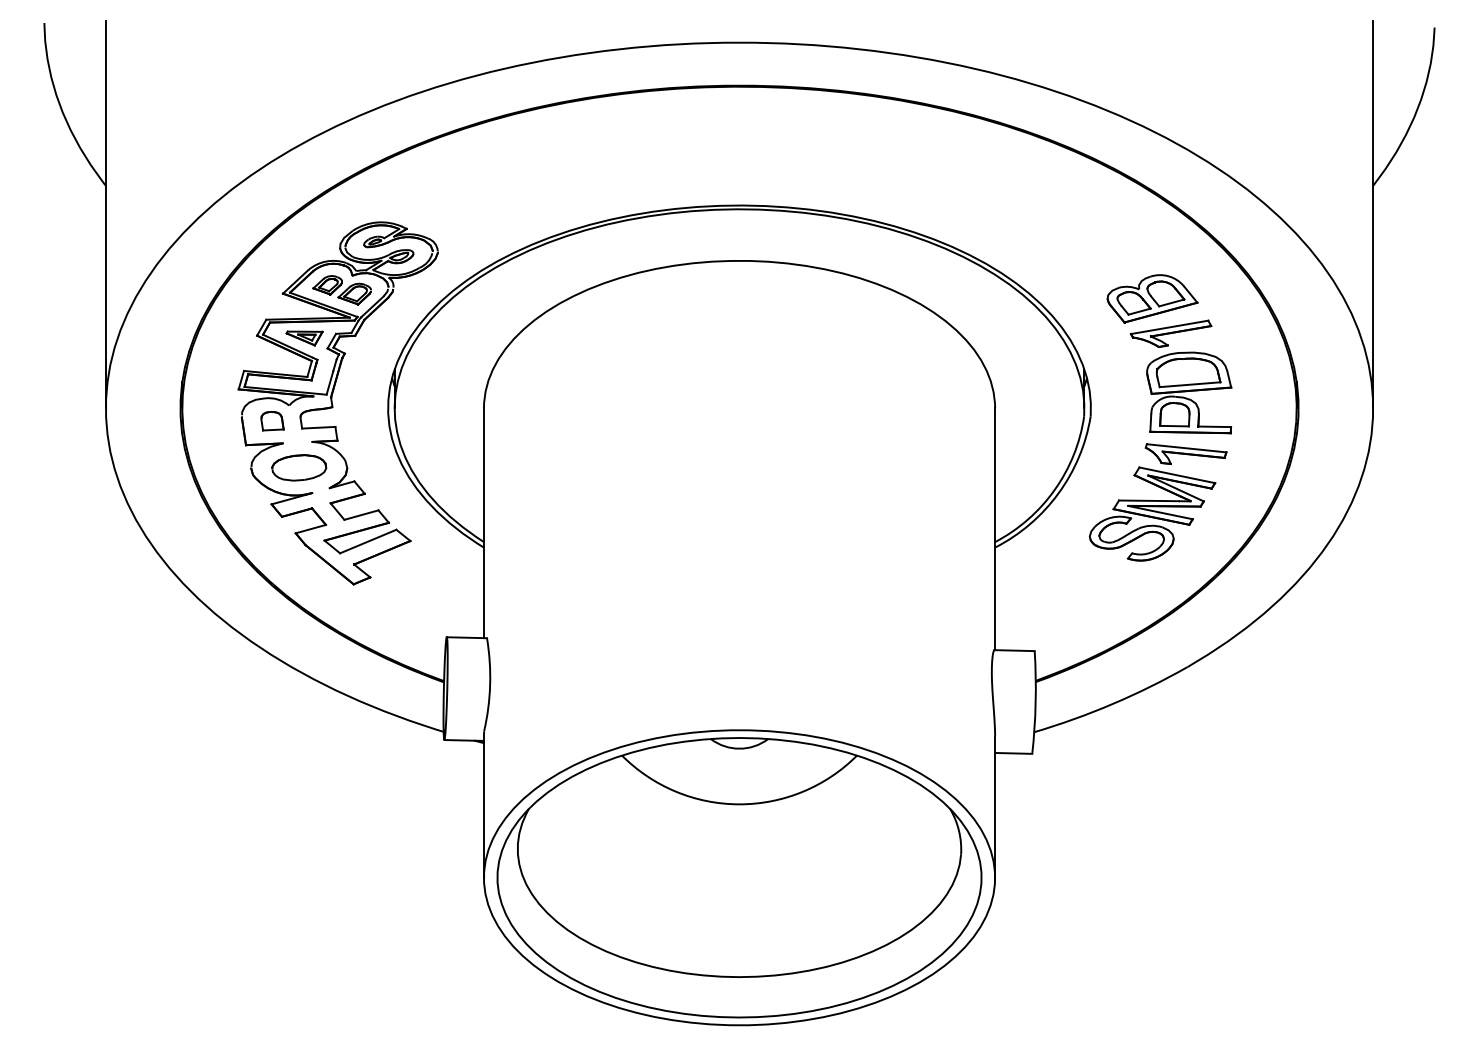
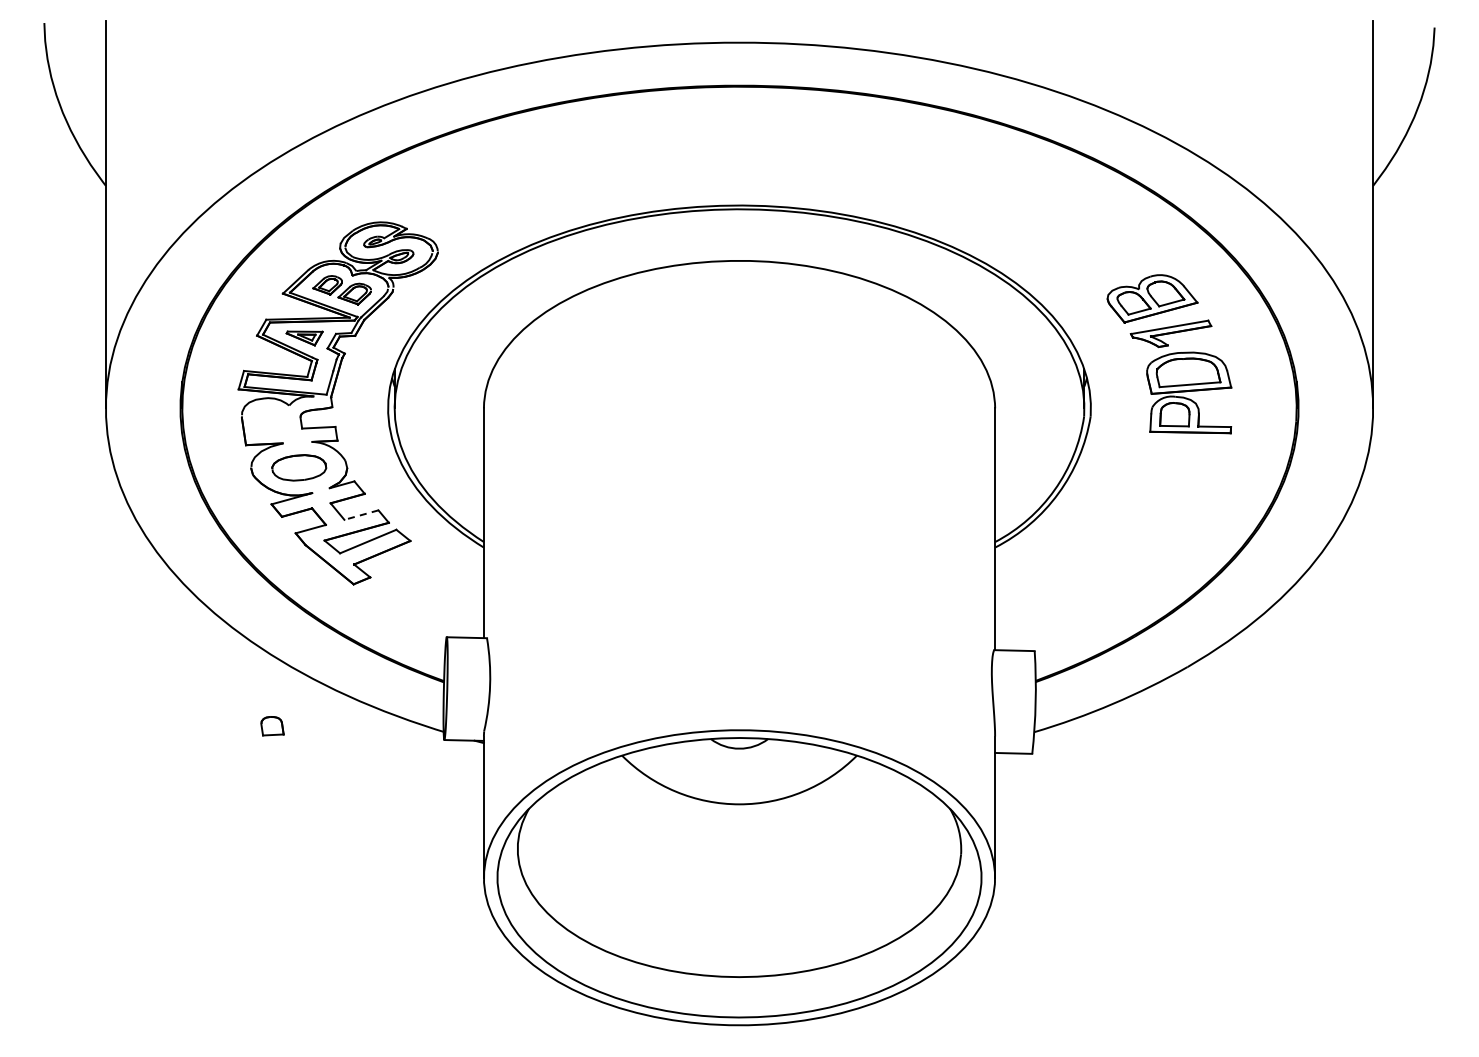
part at (272, 421) position: (272, 421) -> (272, 726)
part at (1157, 502): present -> none
line at (361, 515): solid -> dashed
